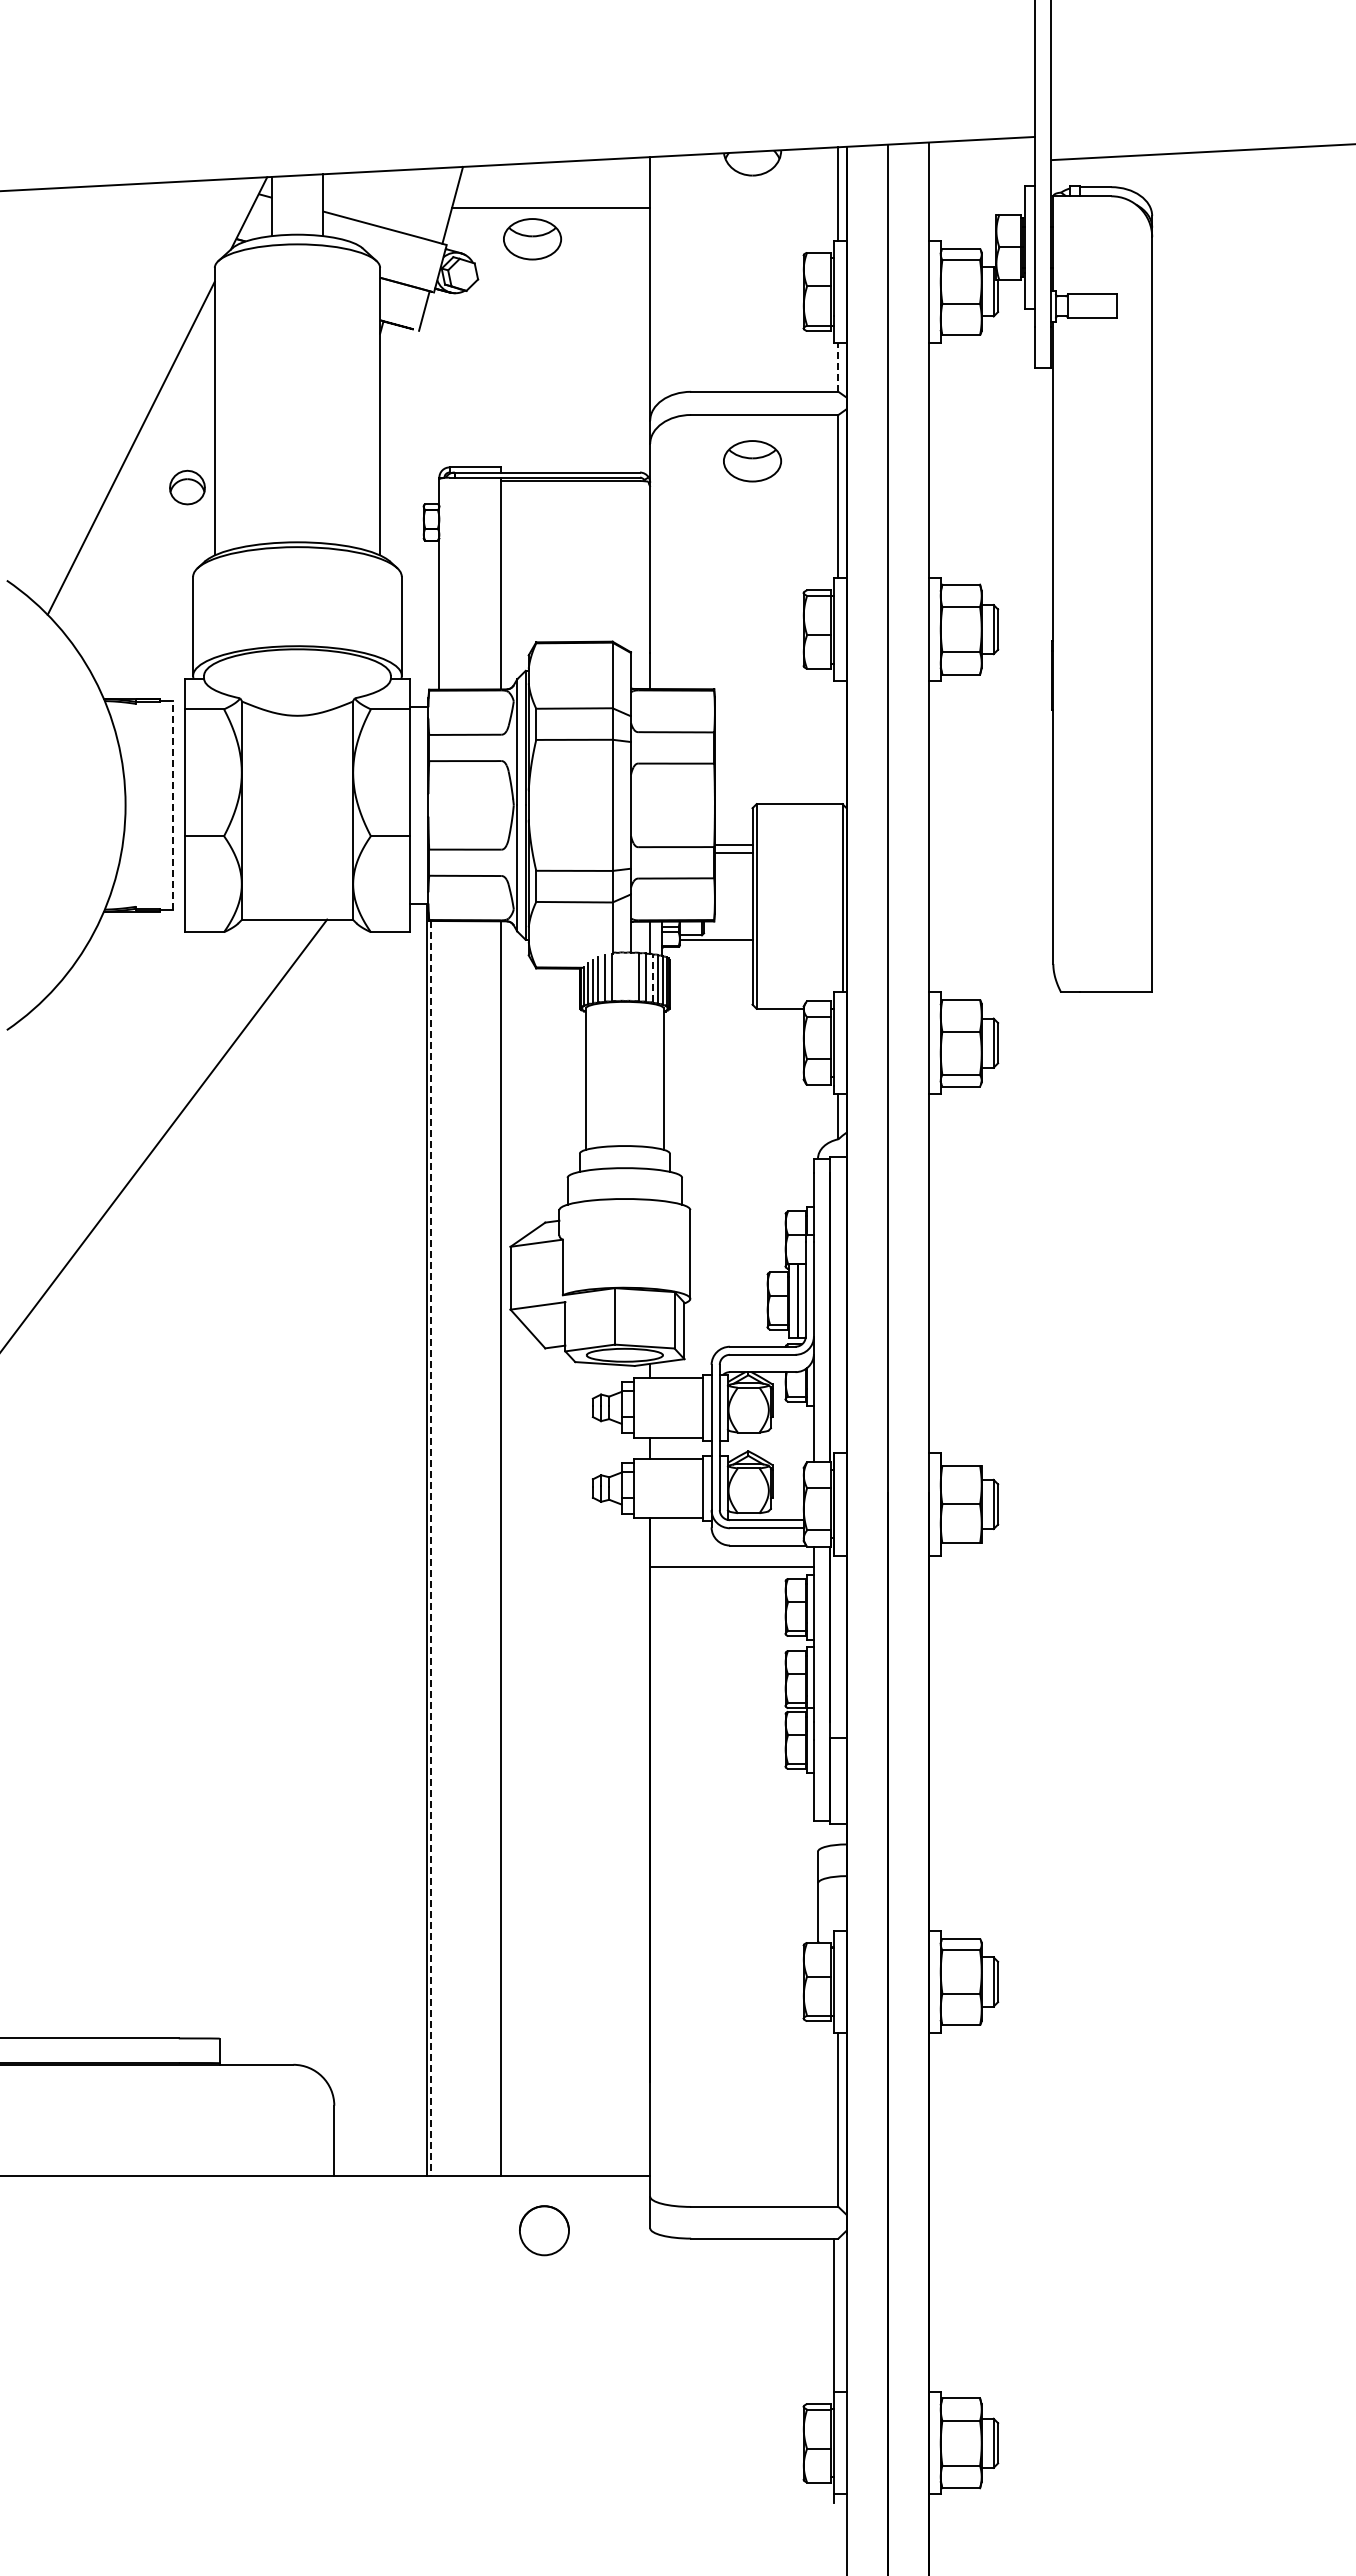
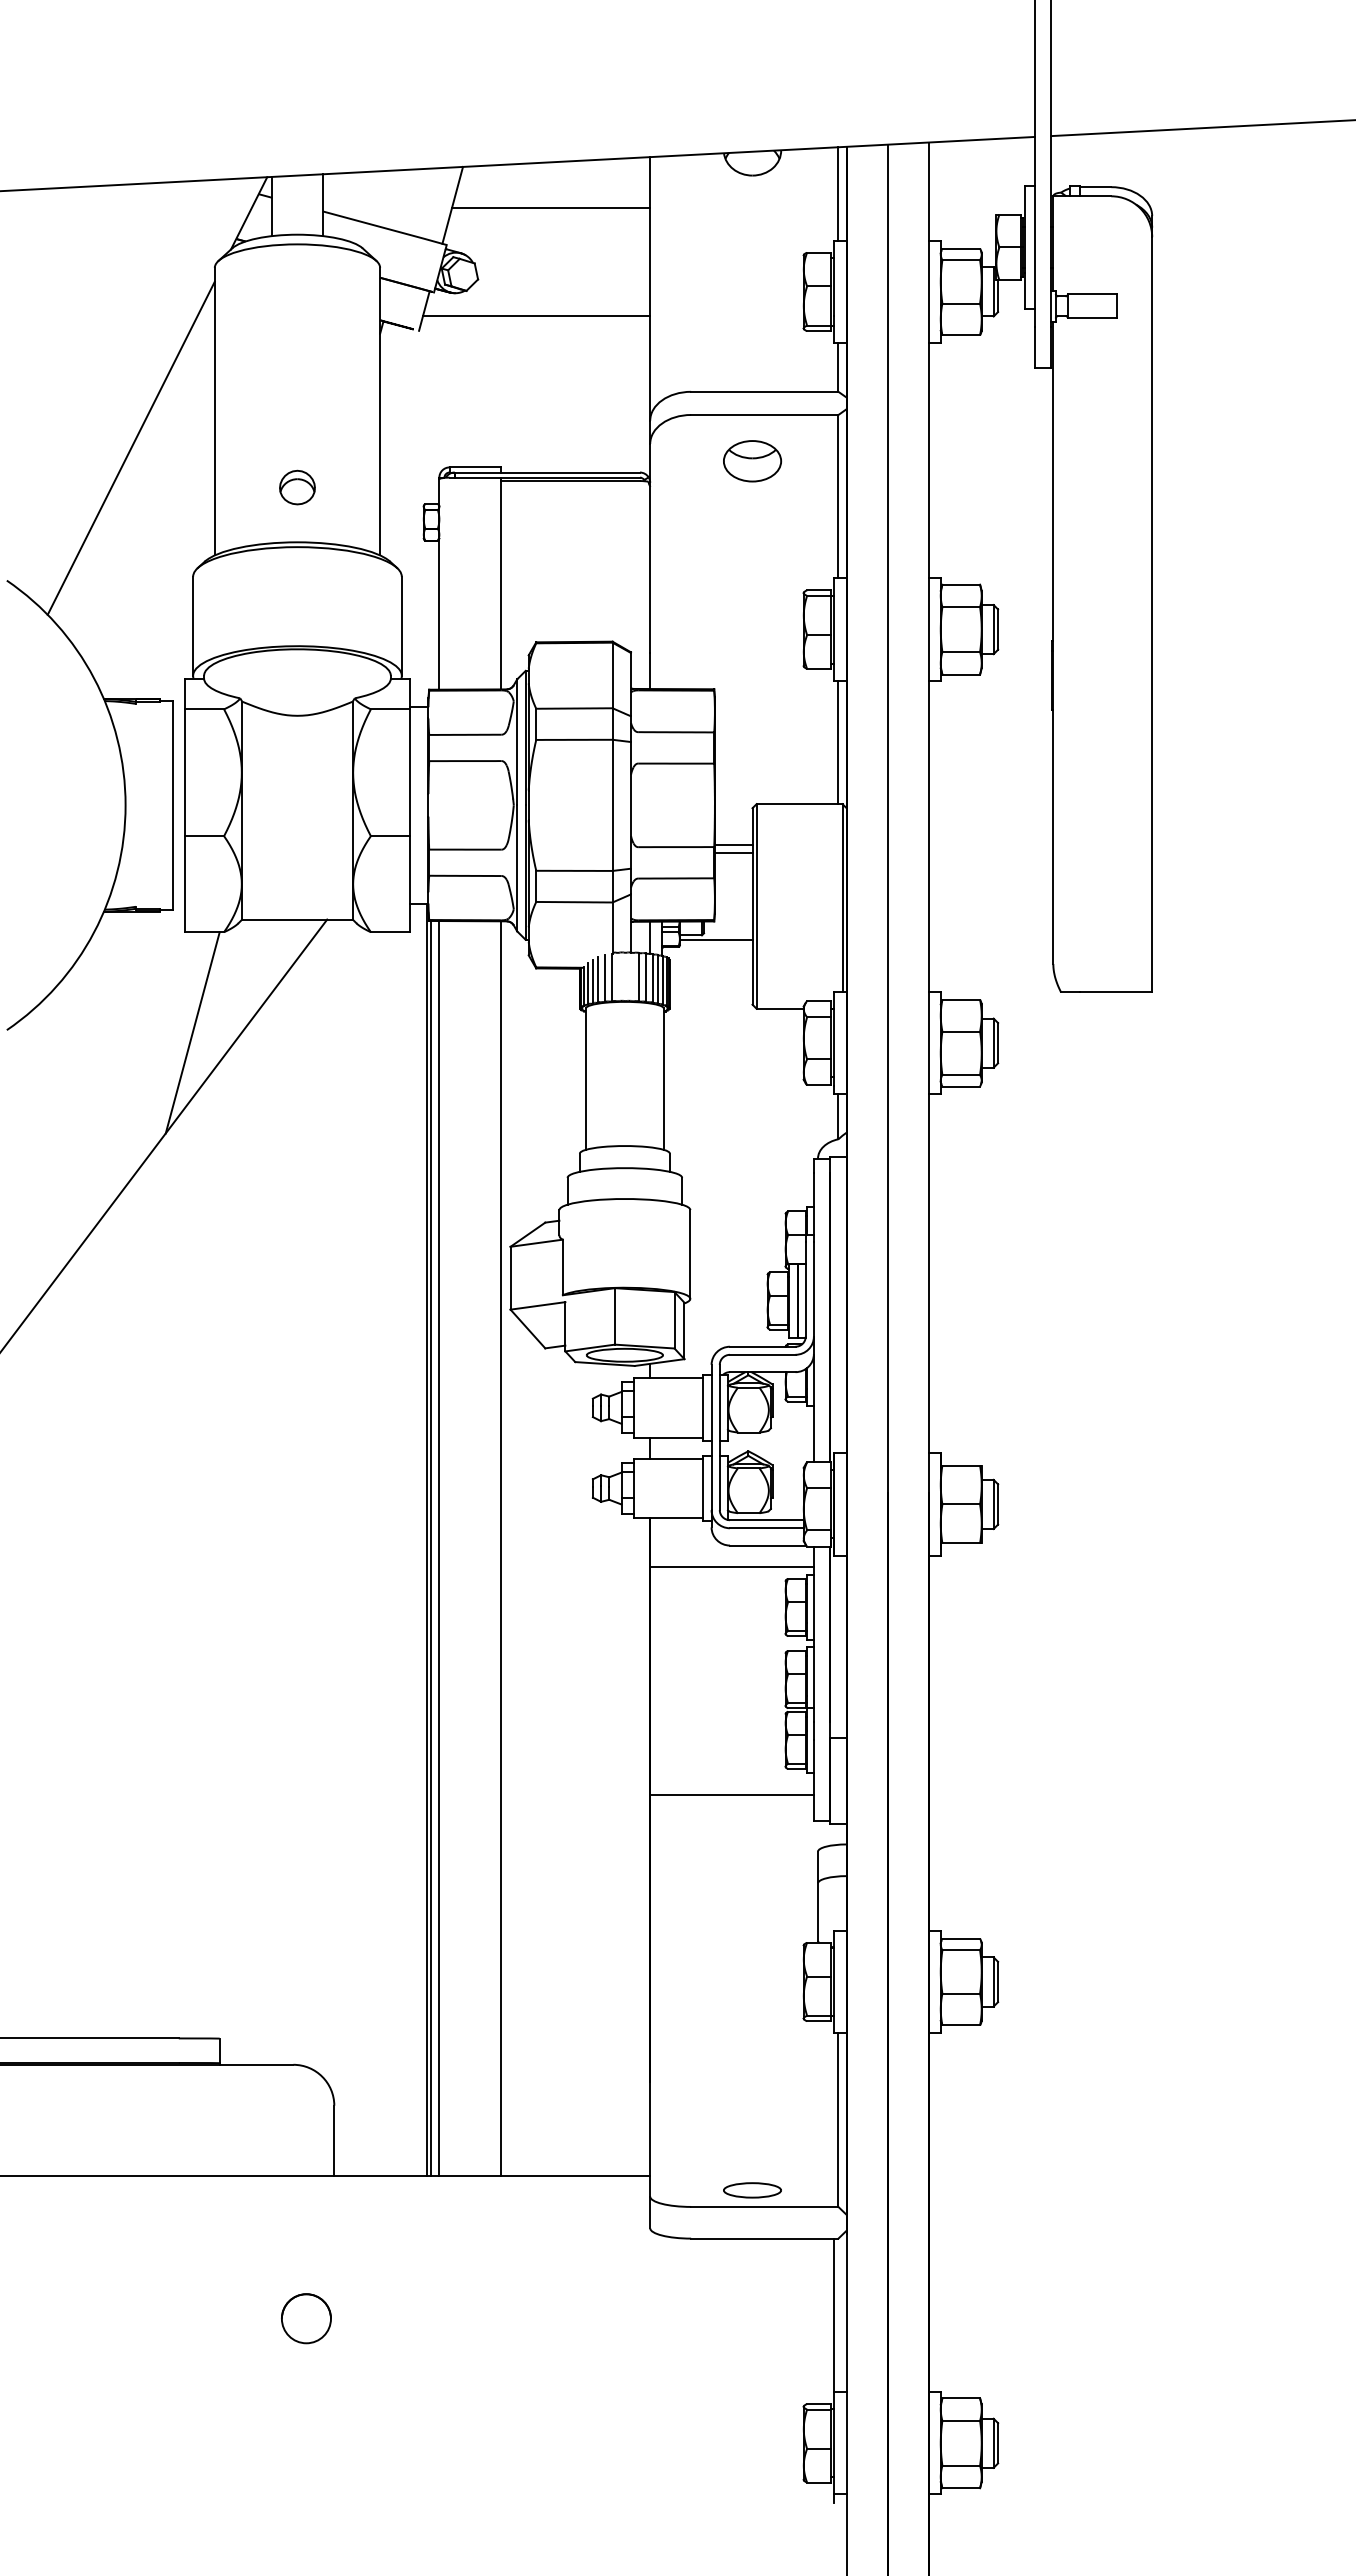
line at (1202, 152) position: (1202, 152) -> (1201, 128)
part at (532, 239): present -> none
line at (536, 316): none -> present
line at (838, 366): dashed -> solid
part at (187, 487) position: (187, 487) -> (297, 487)
line at (838, 742): none -> present
line at (172, 804): dashed -> solid
line at (652, 977): dashed -> solid
line at (192, 1032): none -> present
line at (431, 1548): dashed -> solid
line at (439, 1548): none -> present
line at (731, 1794): none -> present
part at (752, 2190): none -> present
circle at (544, 2230) position: (544, 2230) -> (306, 2318)
